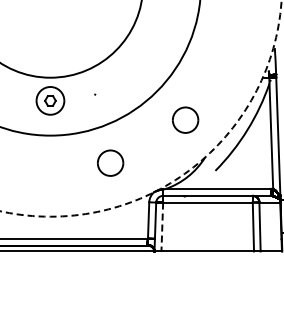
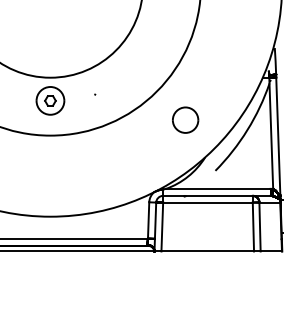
part at (110, 162): present -> none
arc at (190, 169): dashed -> solid
line at (162, 227): dashed -> solid
